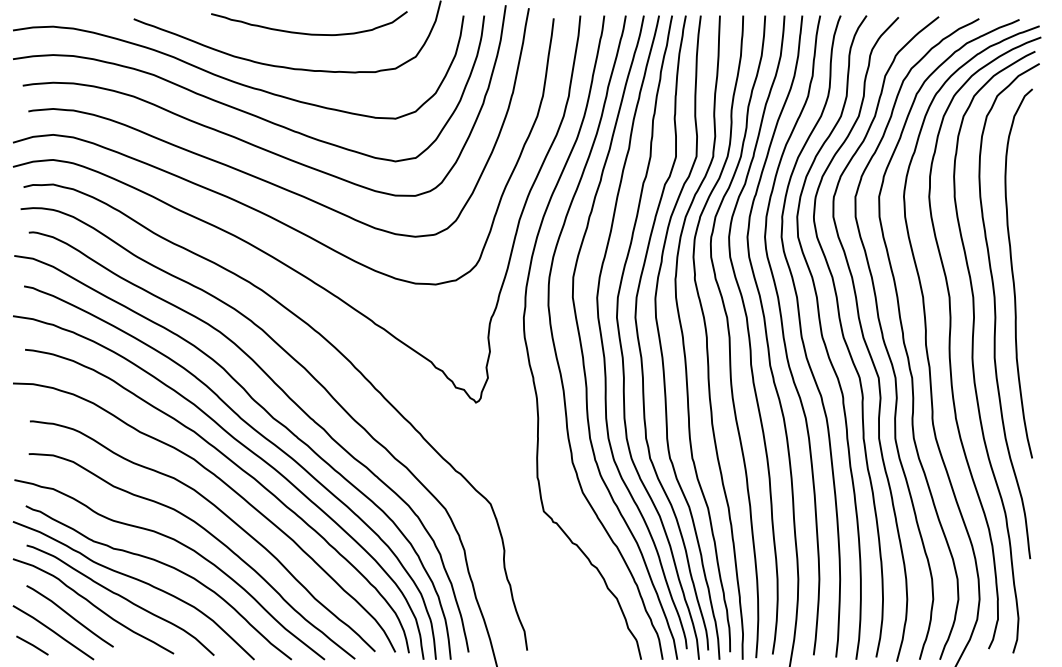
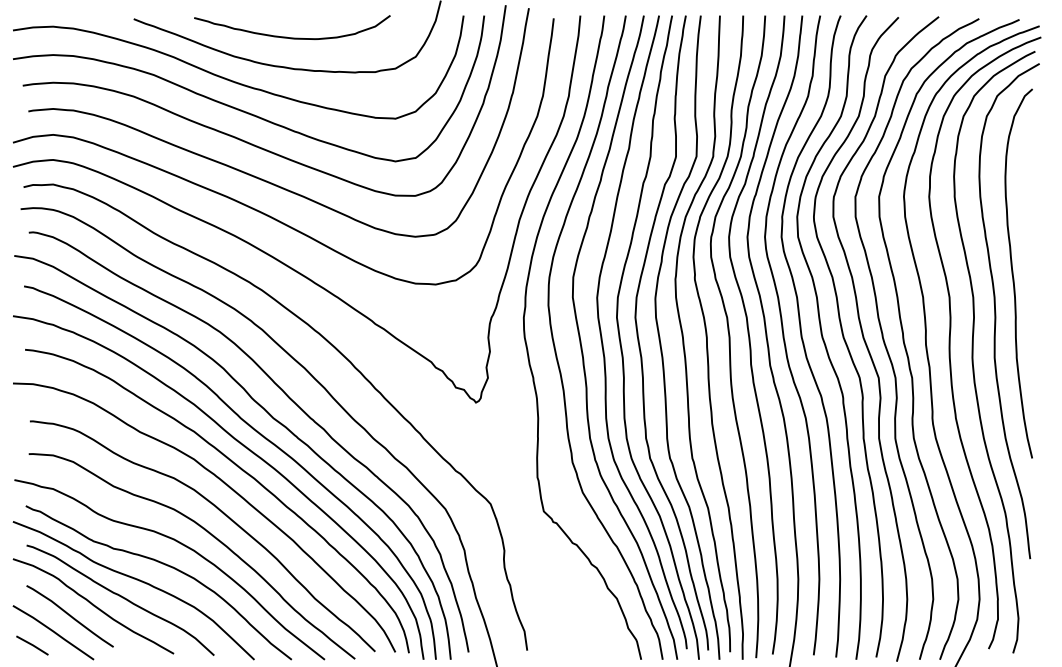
curve at (309, 33) position: (309, 33) -> (292, 37)
